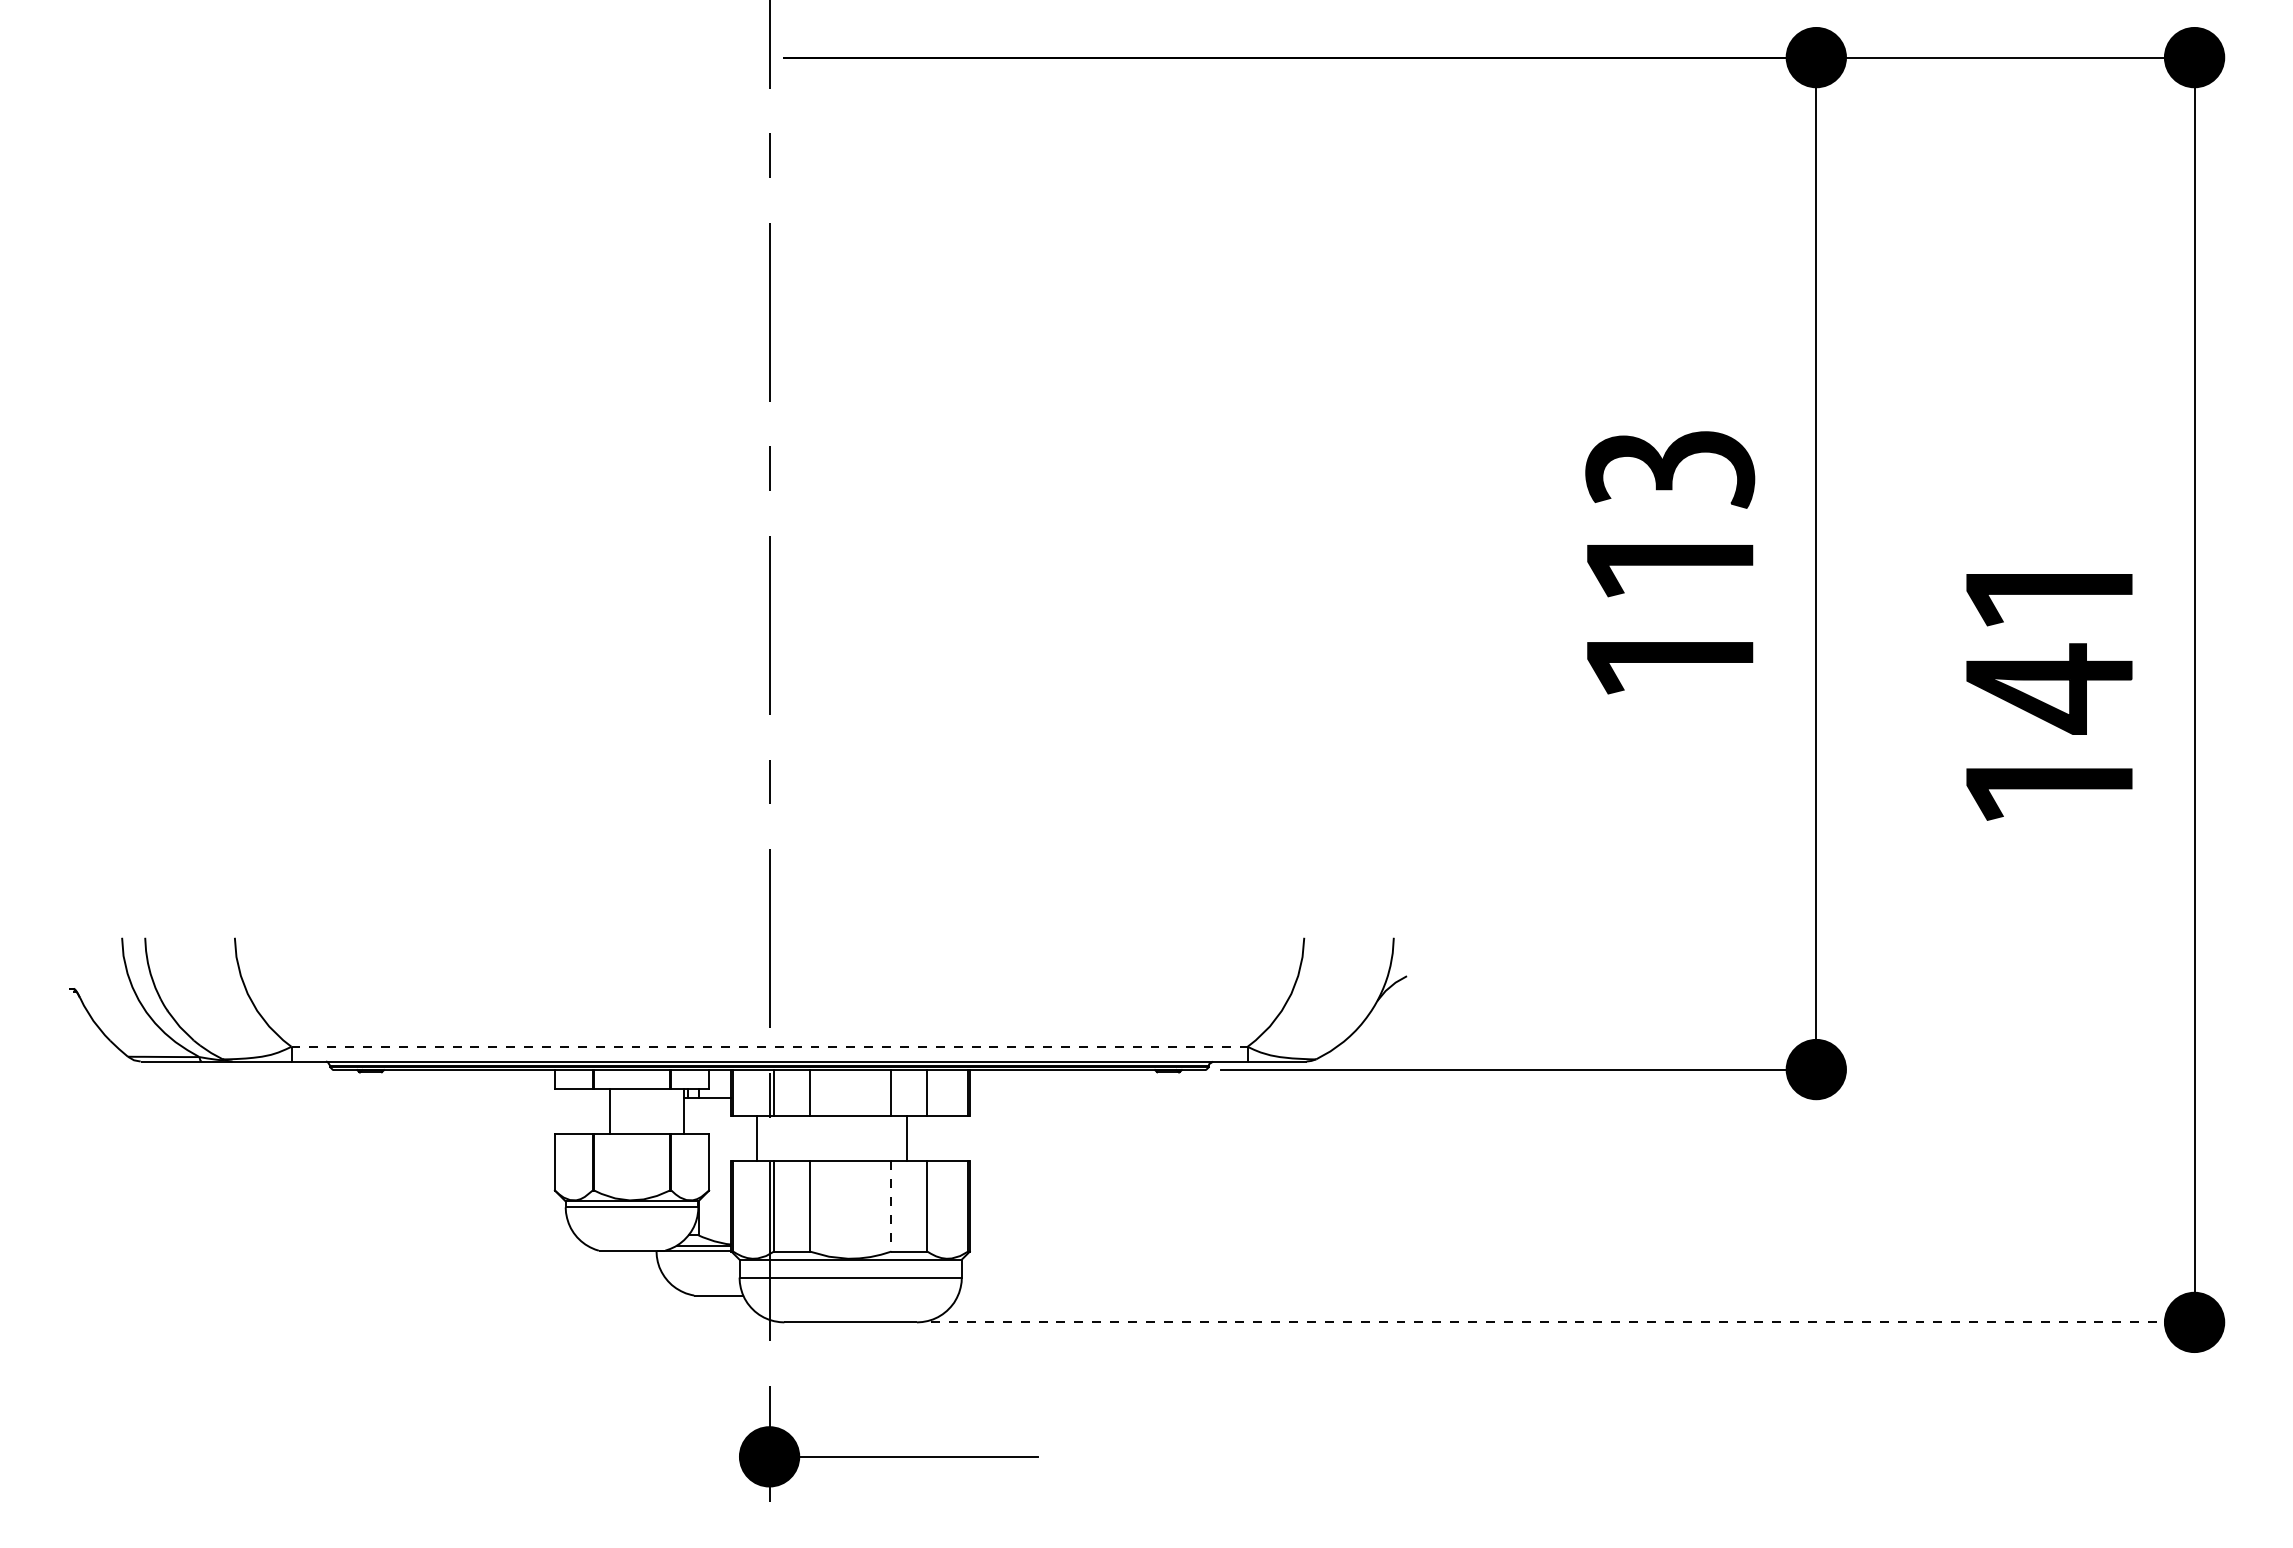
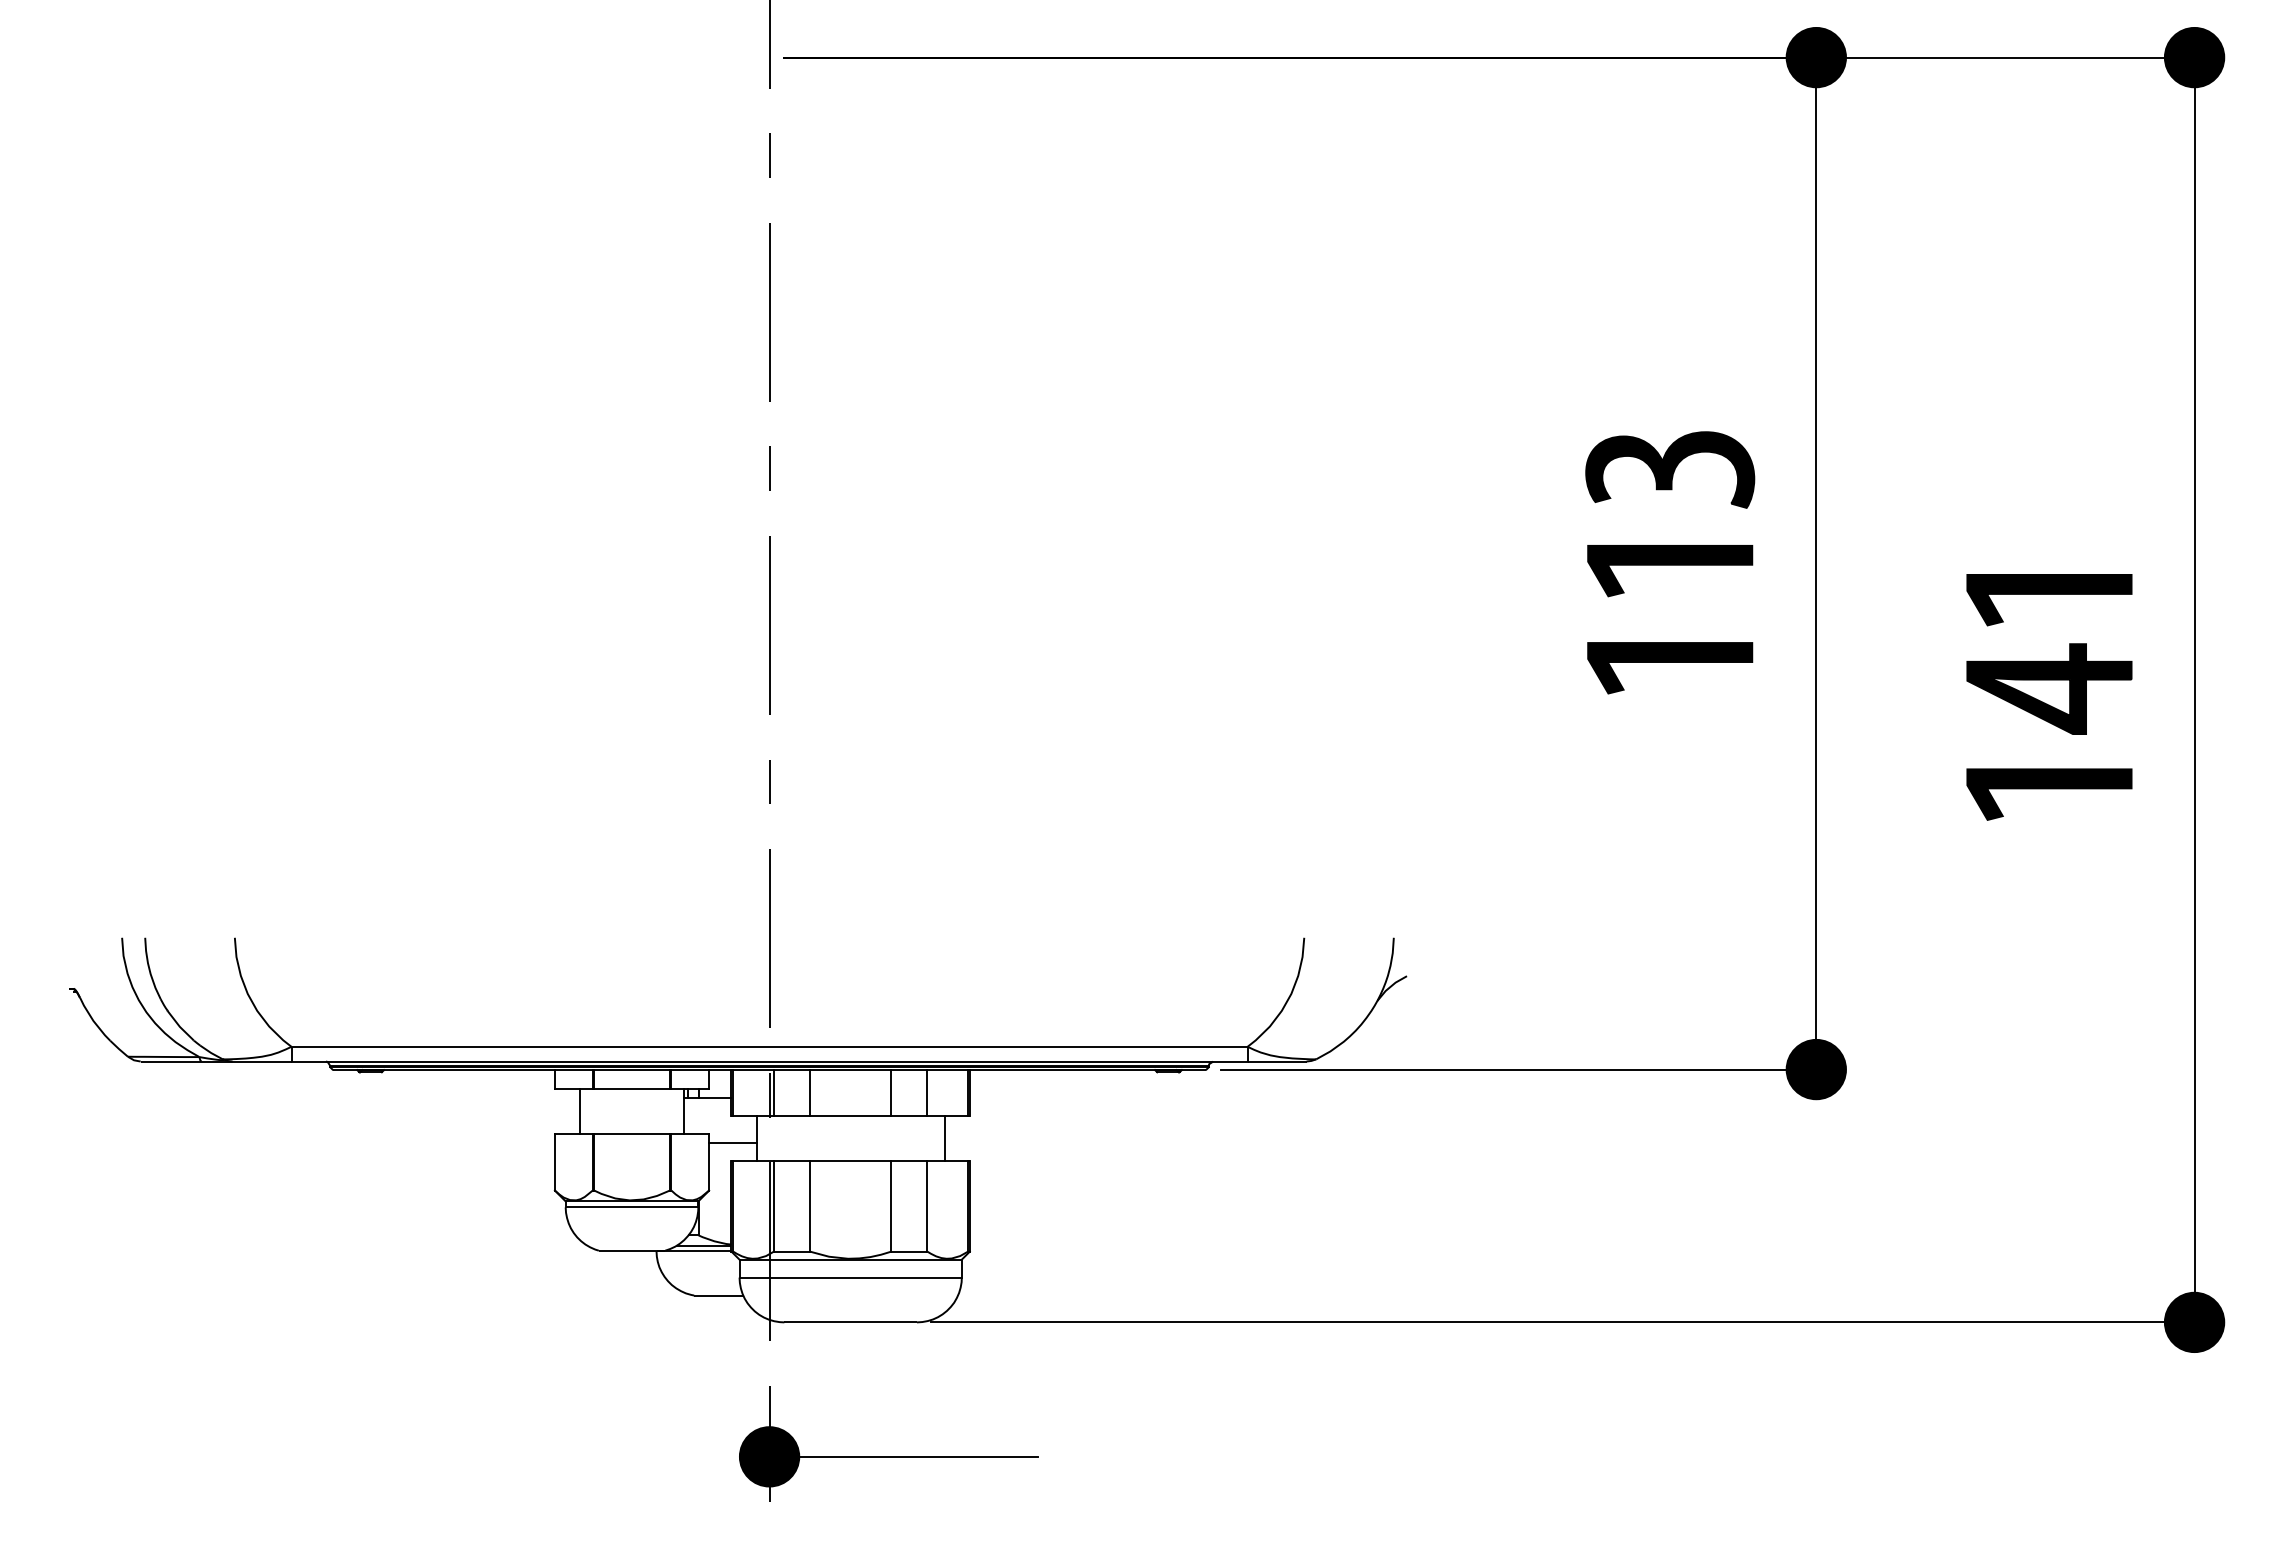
line at (770, 1046): dashed -> solid
line at (610, 1111) position: (610, 1111) -> (580, 1111)
line at (906, 1138) position: (906, 1138) -> (944, 1138)
line at (732, 1143): none -> present
line at (891, 1206): dashed -> solid
line at (1562, 1322): dashed -> solid
